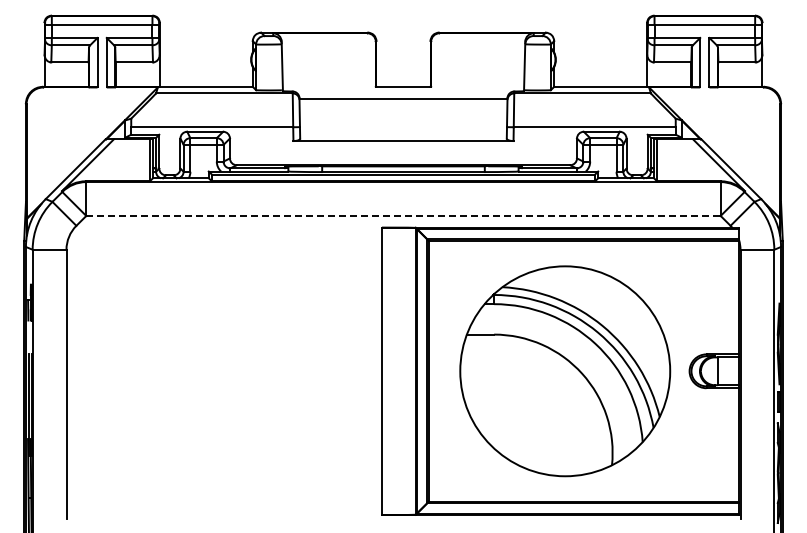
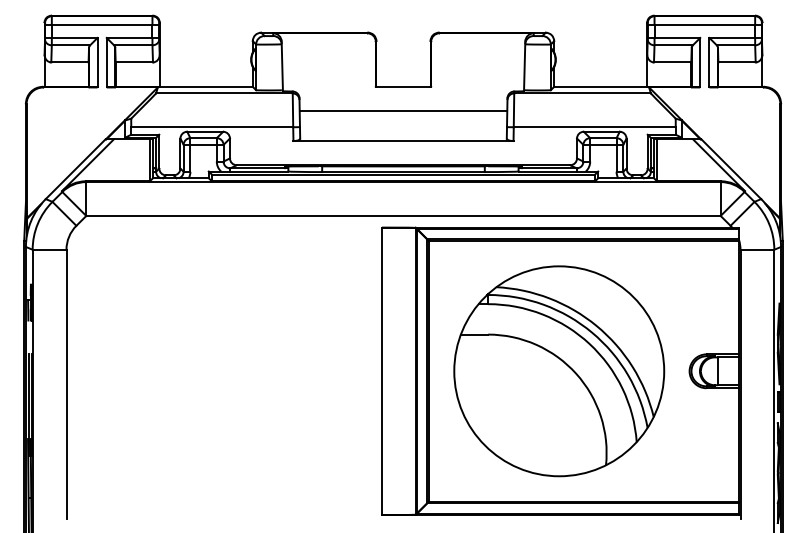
line at (403, 98) position: (403, 98) -> (403, 110)
line at (403, 215): dashed -> solid
part at (565, 371) position: (565, 371) -> (559, 371)
